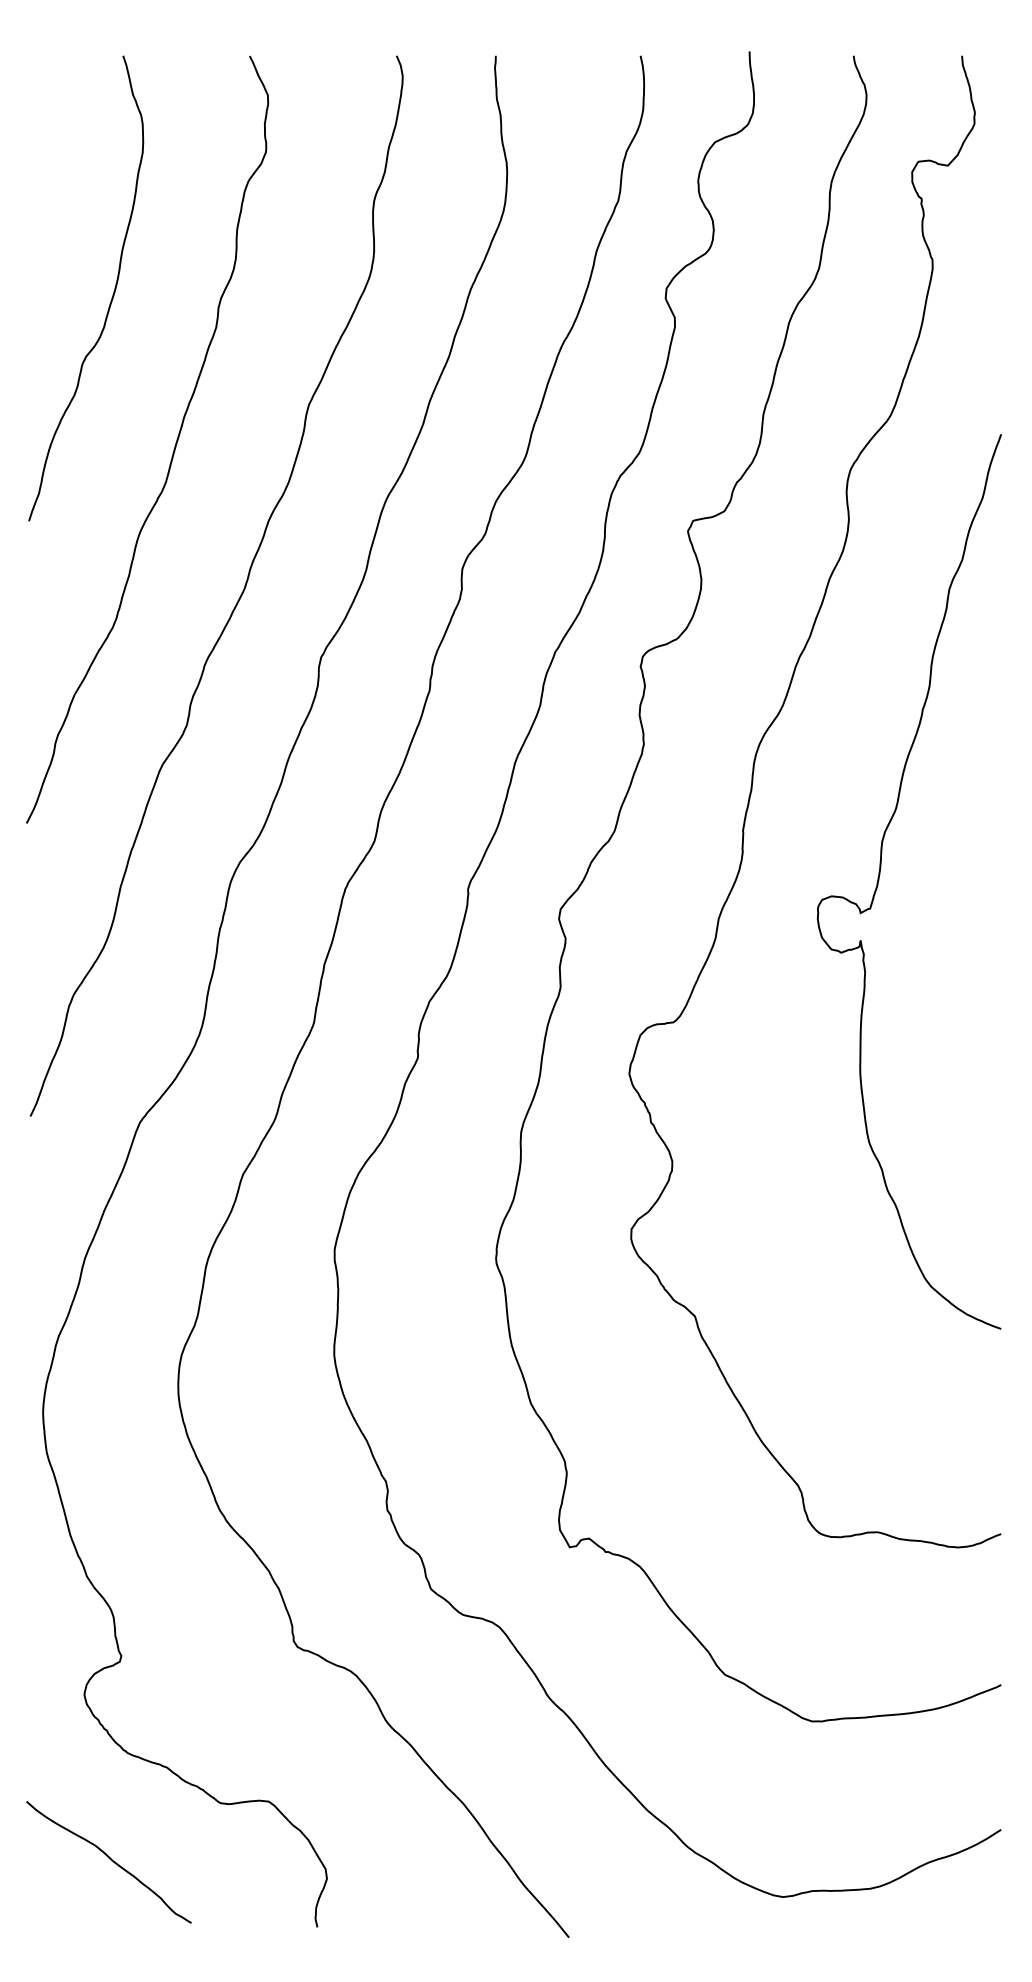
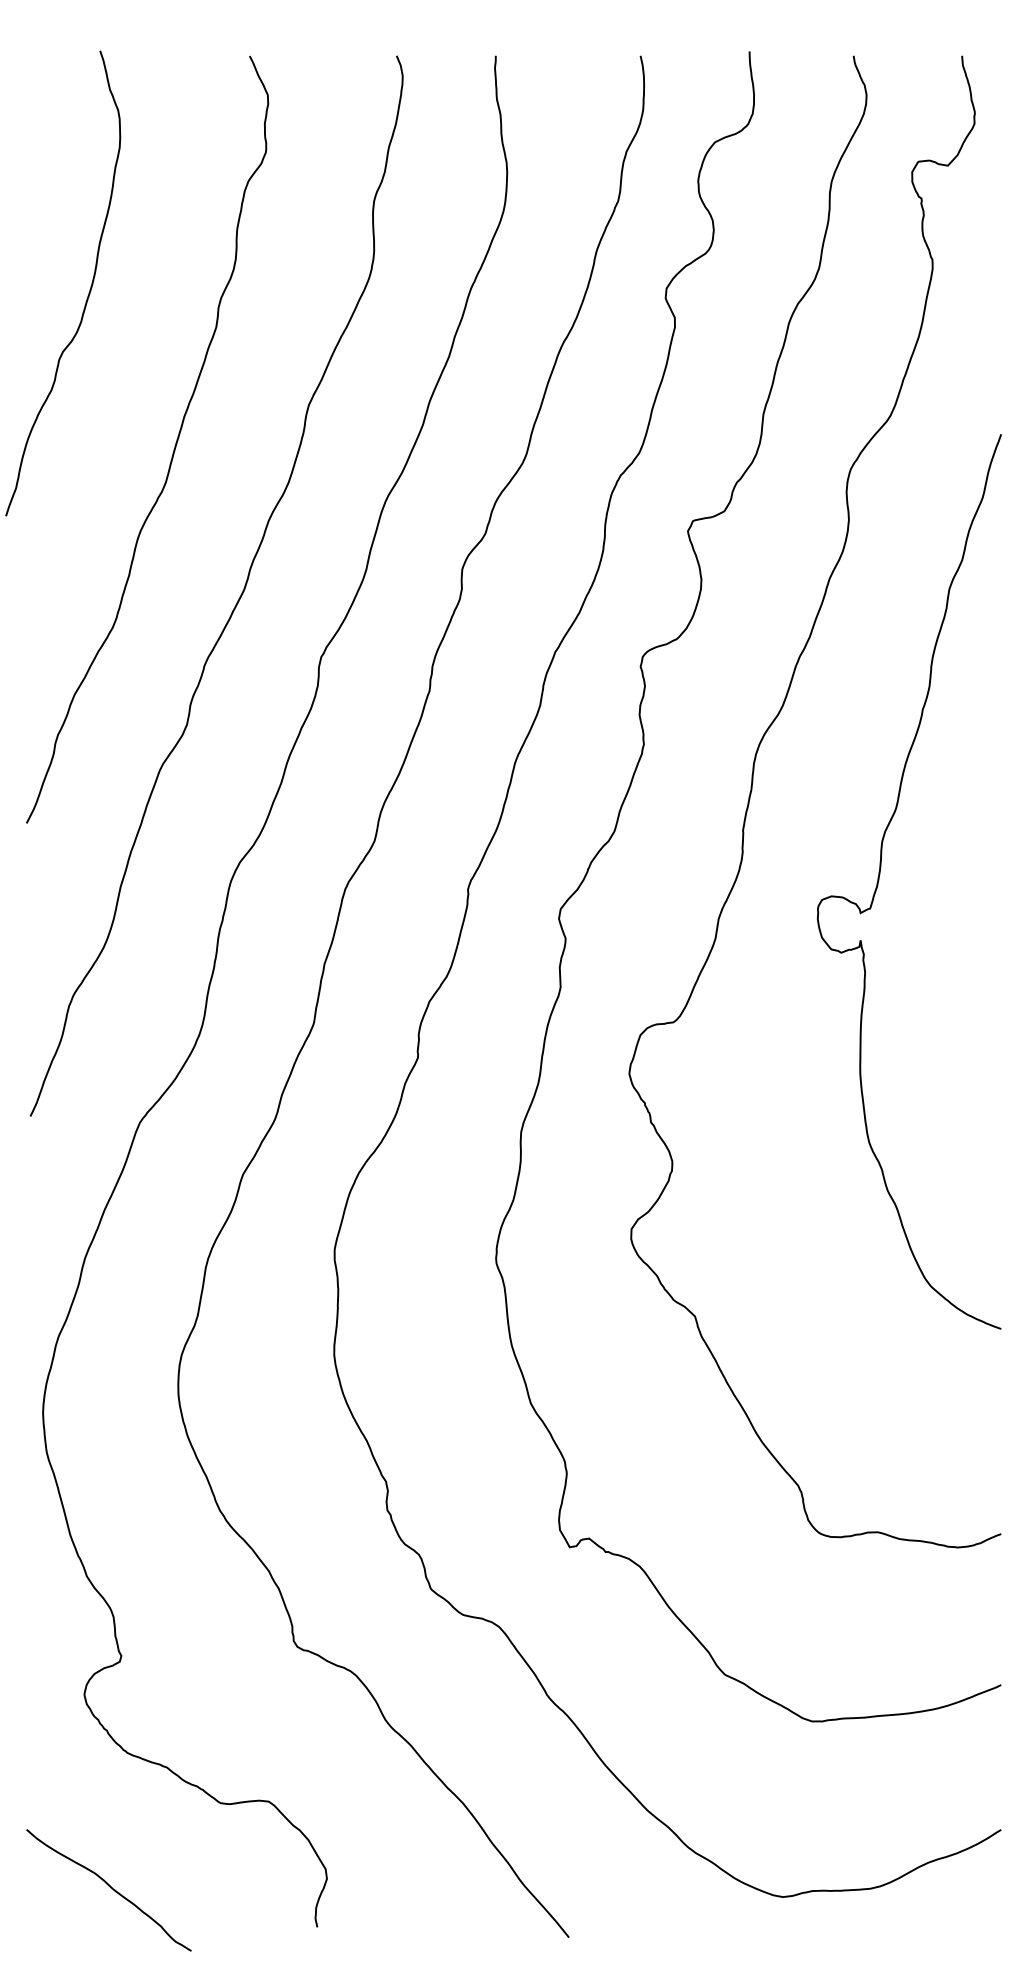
curve at (111, 297) position: (111, 297) -> (88, 292)
curve at (110, 1860) position: (110, 1860) -> (110, 1888)
